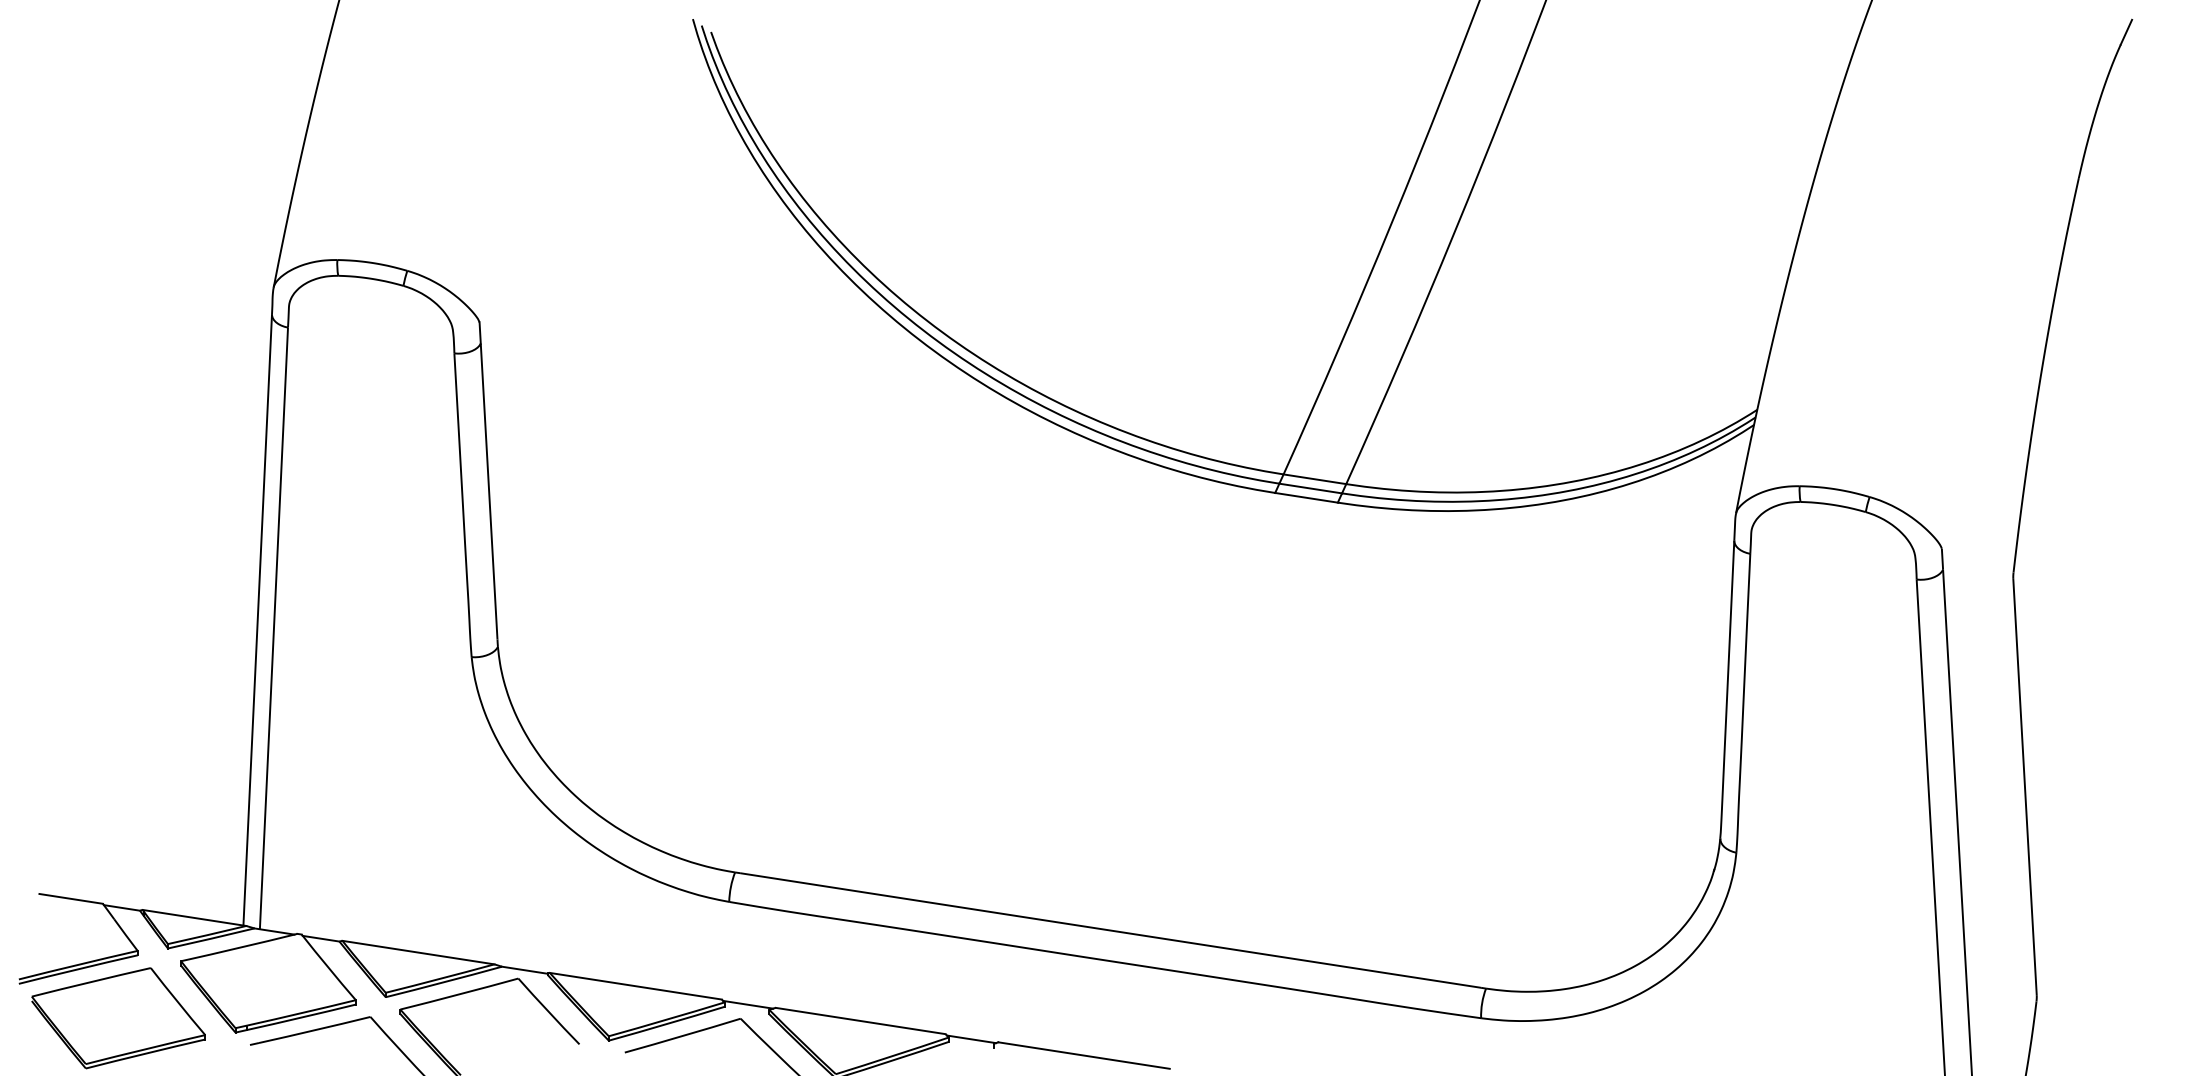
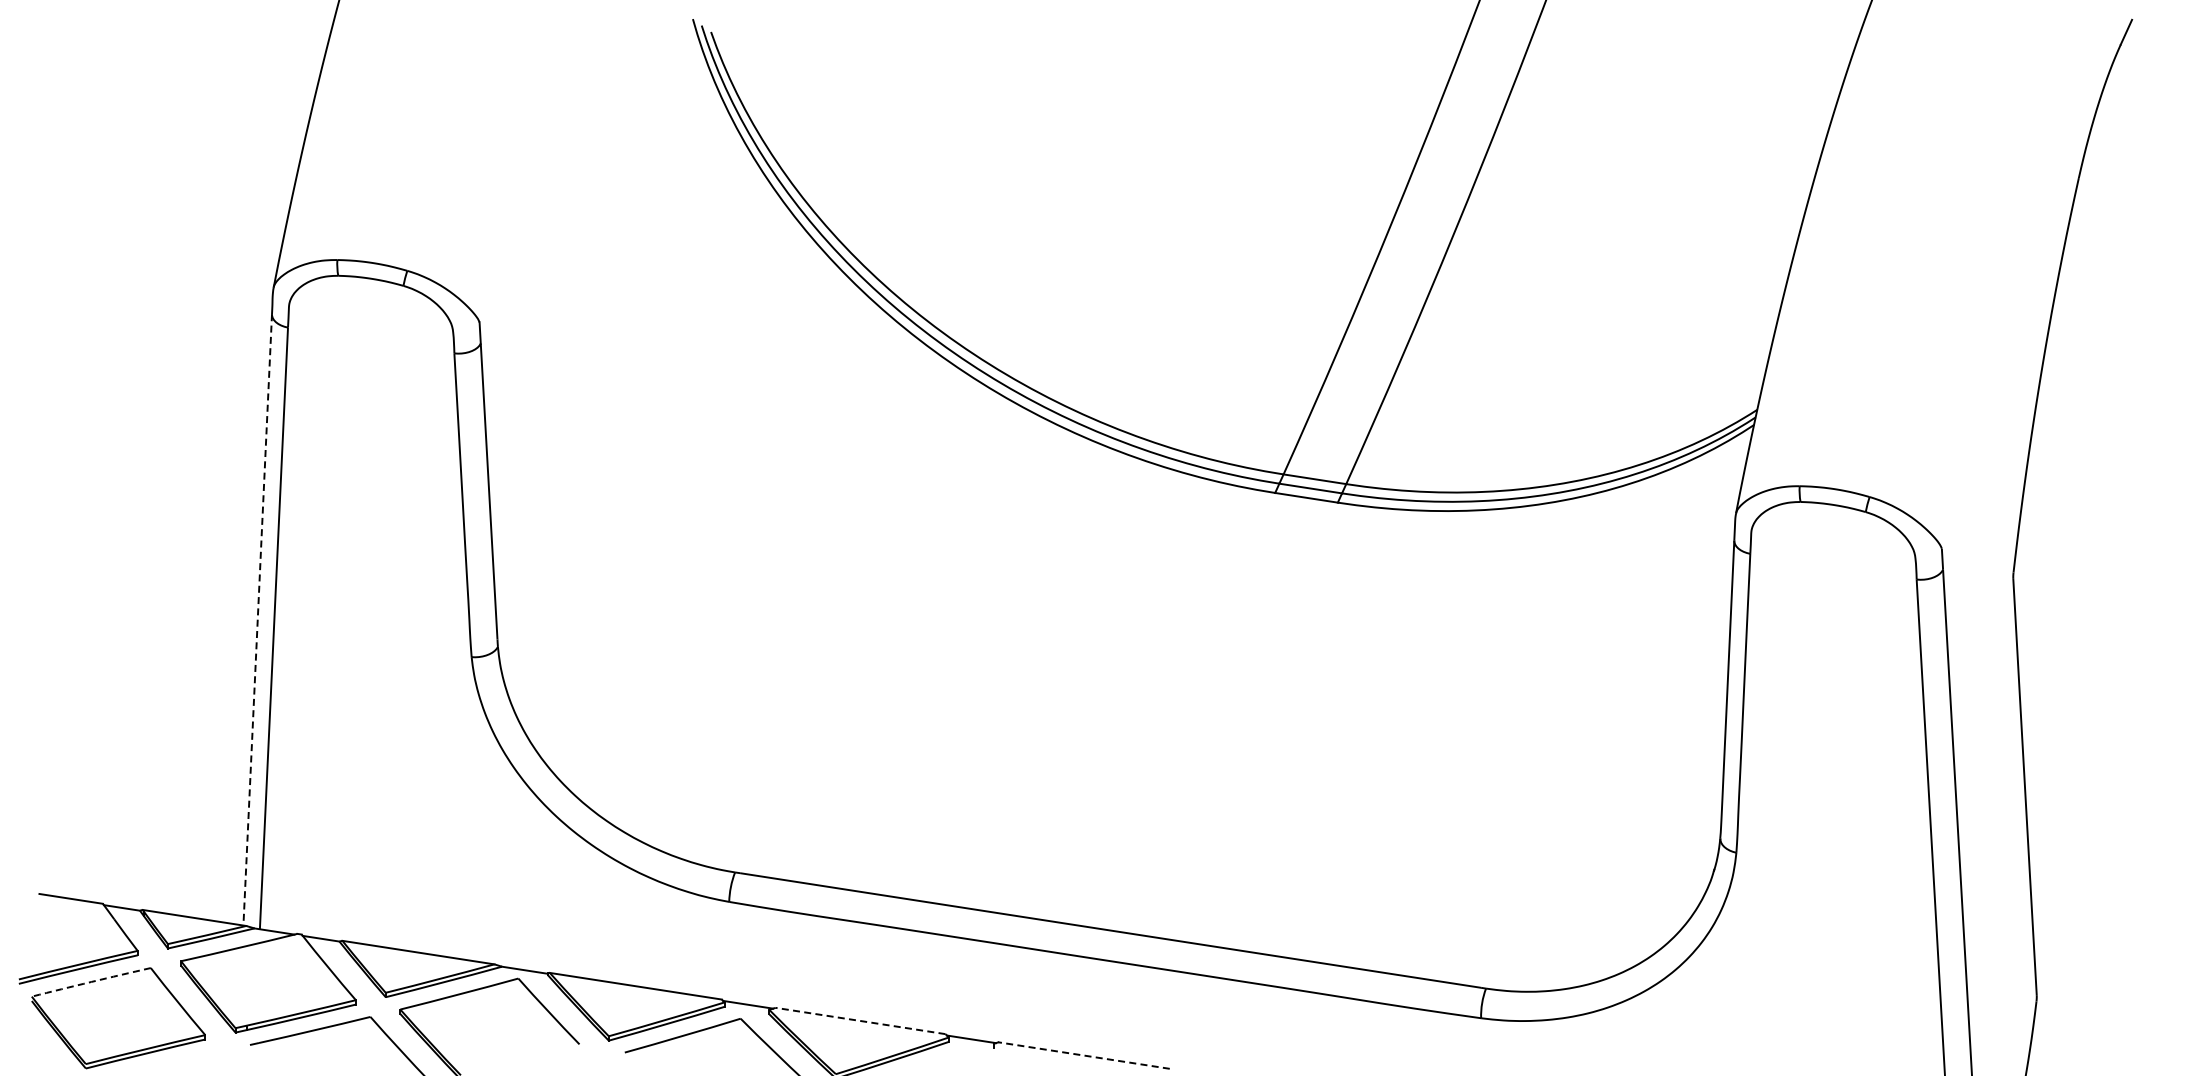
line at (257, 620): solid -> dashed
arc at (91, 982): solid -> dashed
line at (860, 1020): solid -> dashed
line at (1084, 1055): solid -> dashed
